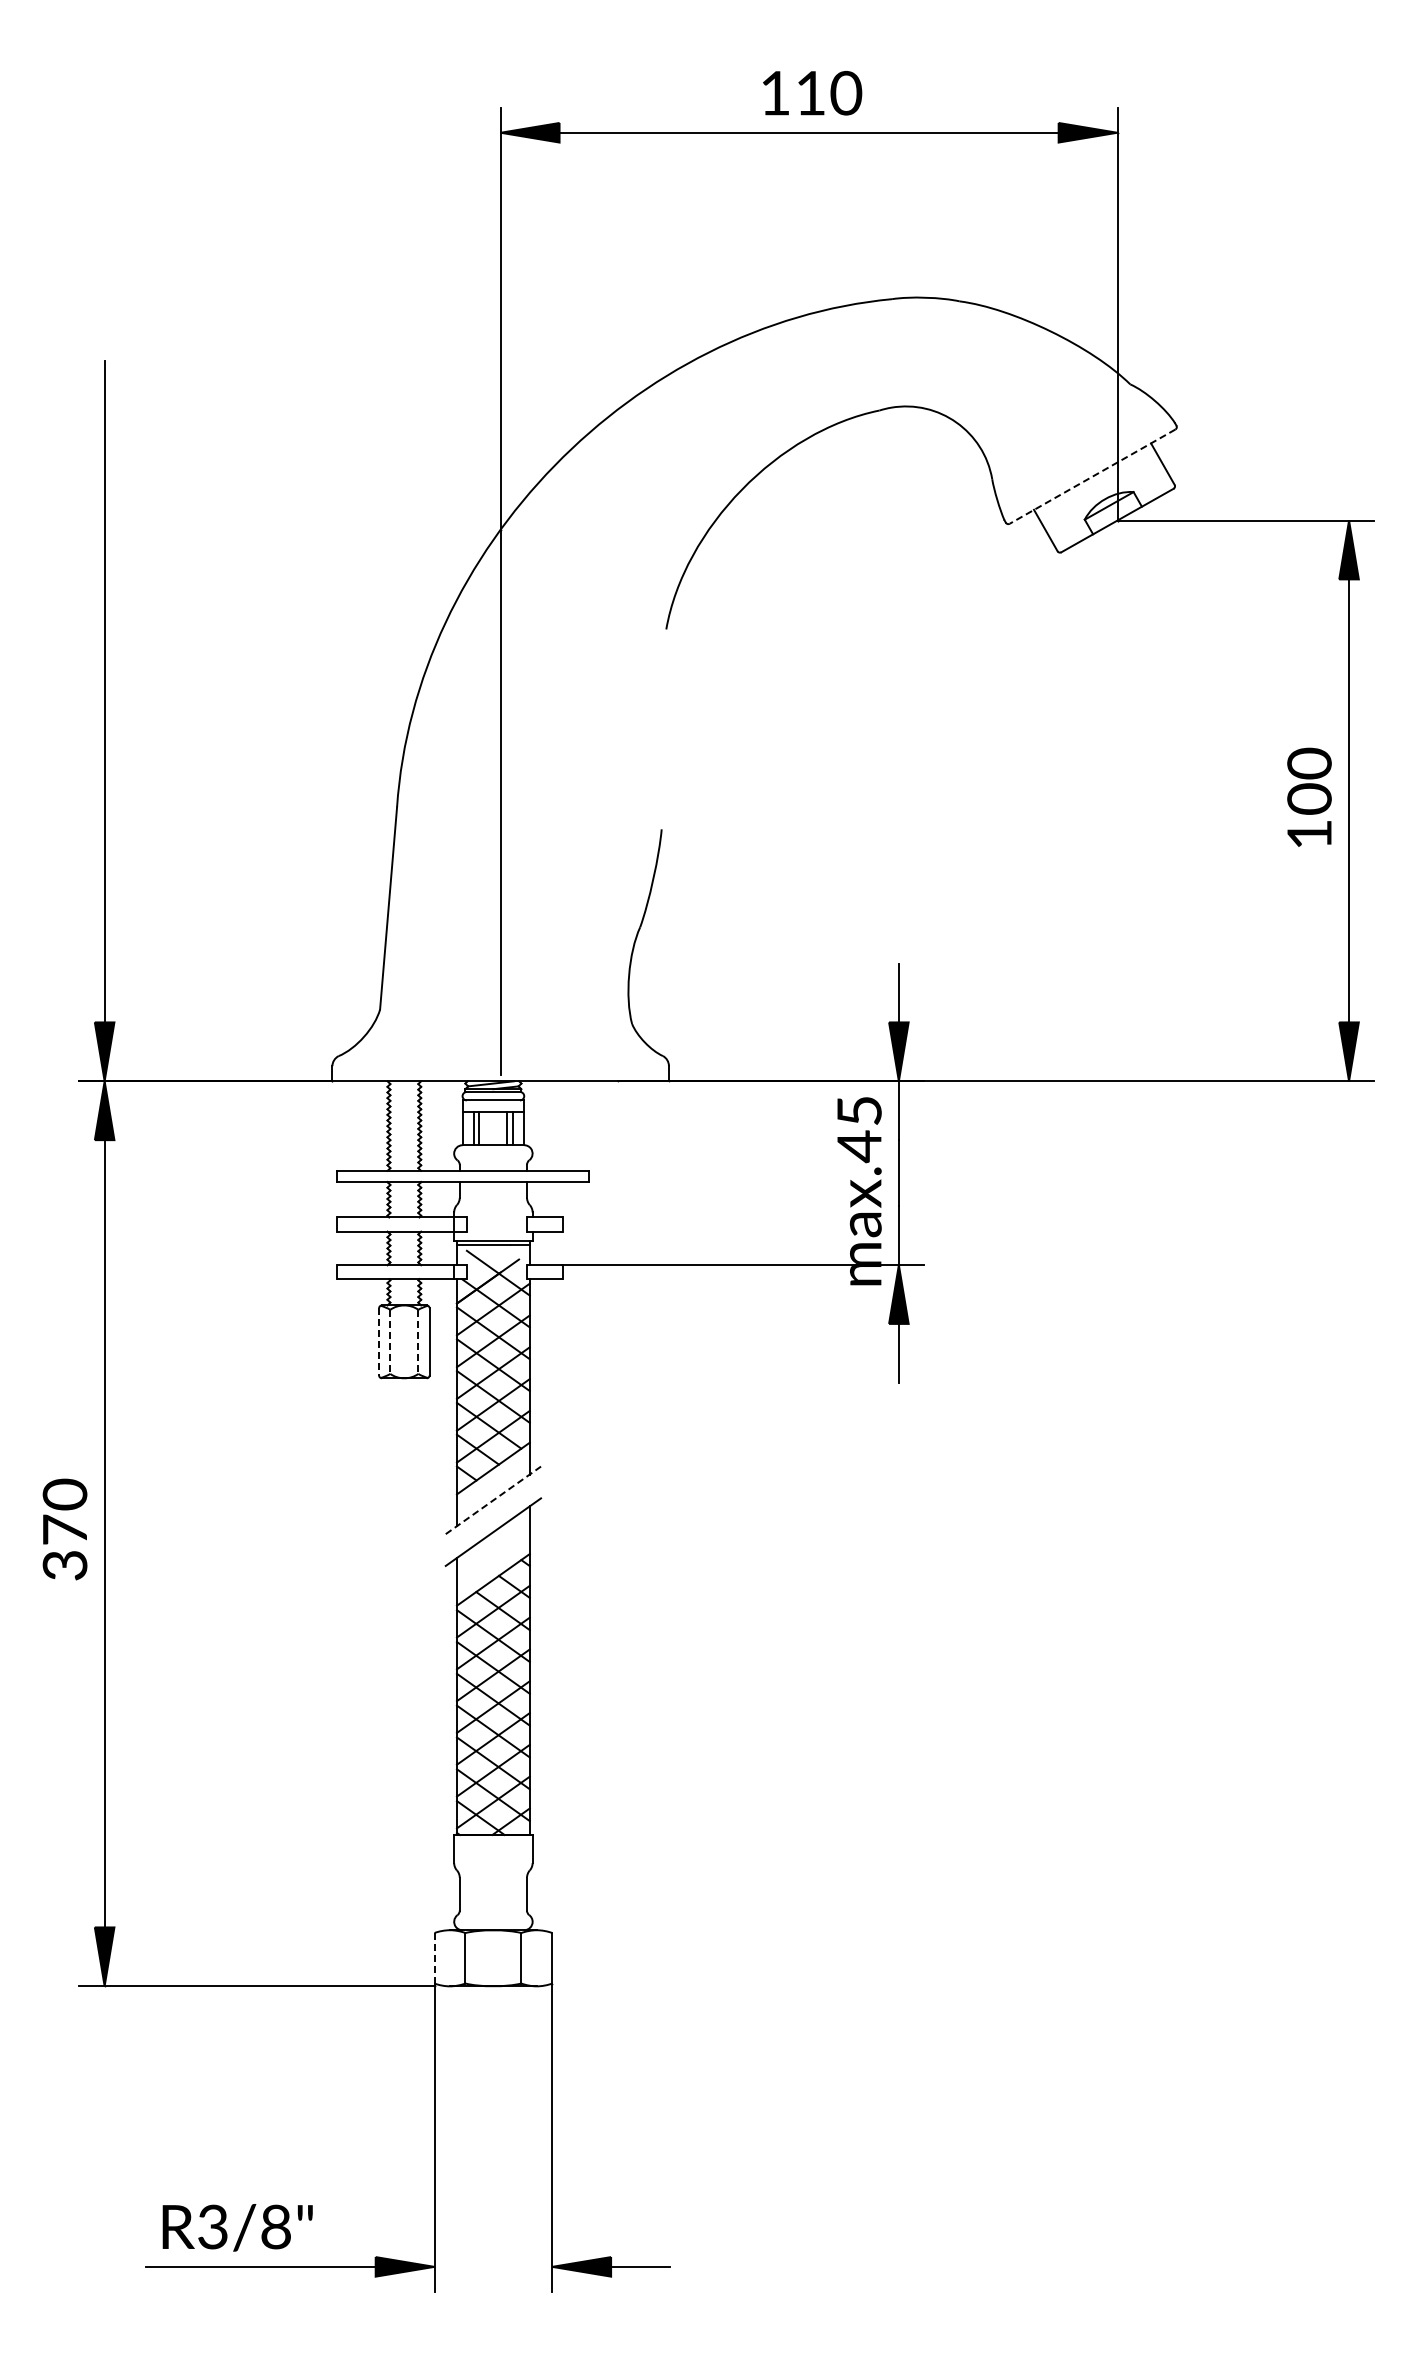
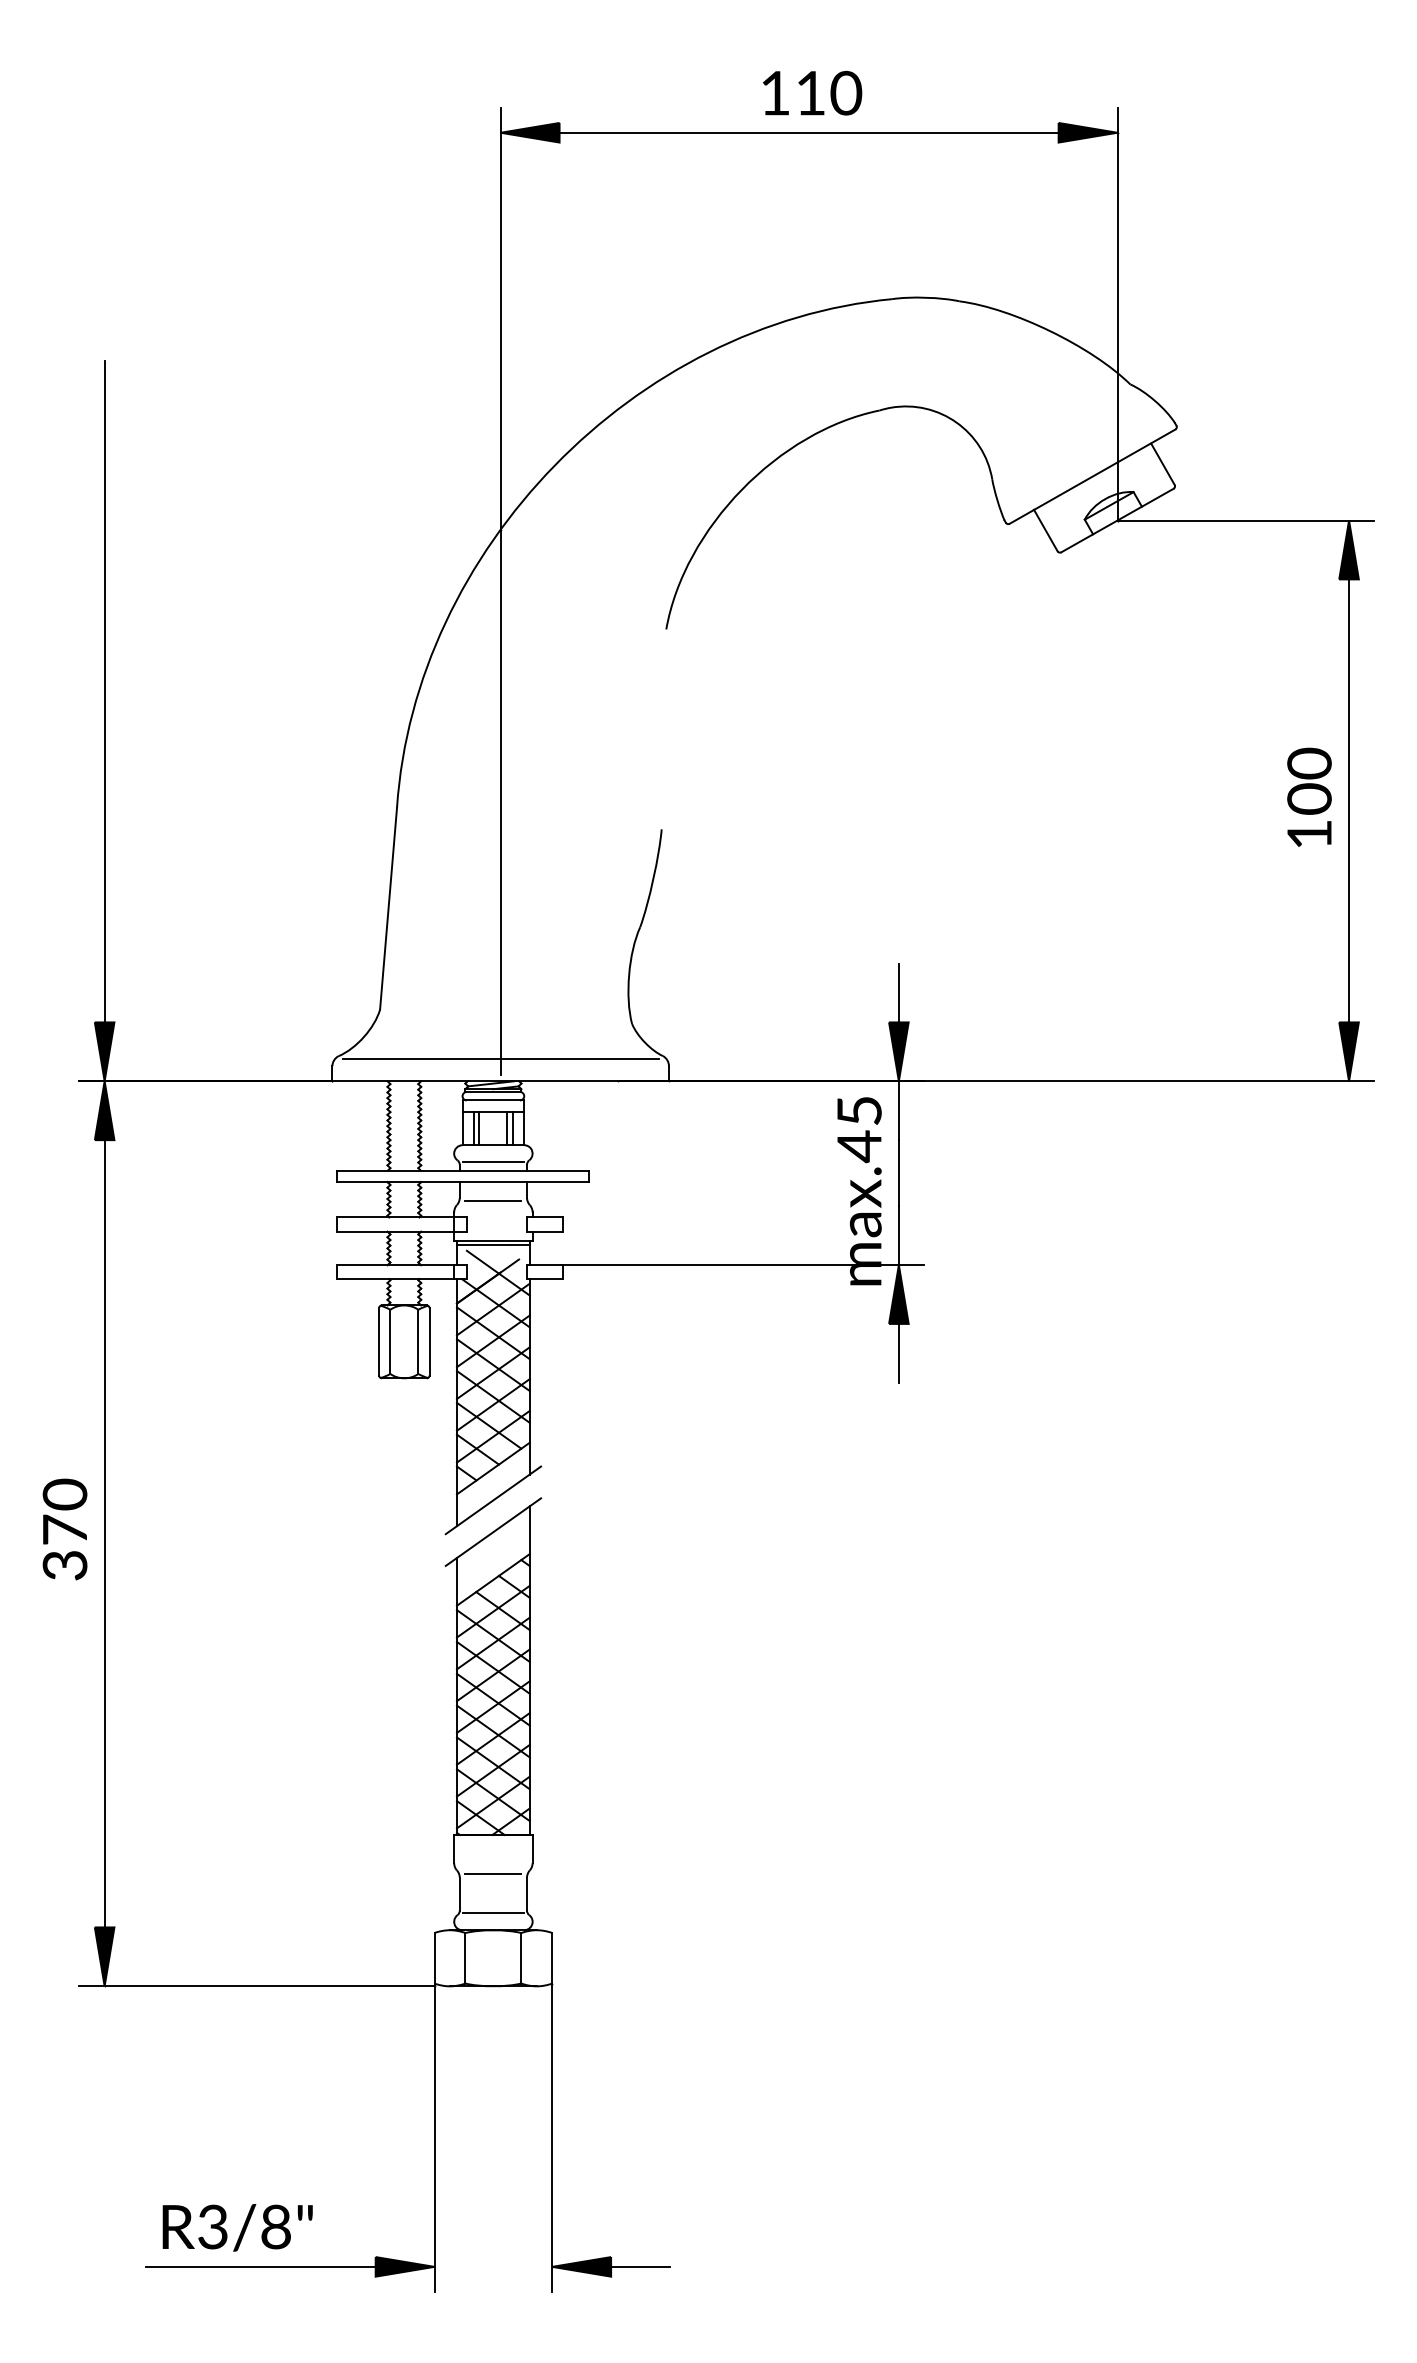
line at (1092, 476): dashed -> solid
line at (500, 1058): none -> present
line at (493, 1162): none -> present
line at (493, 1201): none -> present
line at (379, 1341): dashed -> solid
line at (390, 1342): dashed -> solid
line at (418, 1342): dashed -> solid
line at (493, 1500): dashed -> solid
line at (493, 1874): none -> present
line at (493, 1913): none -> present
line at (434, 1958): dashed -> solid
